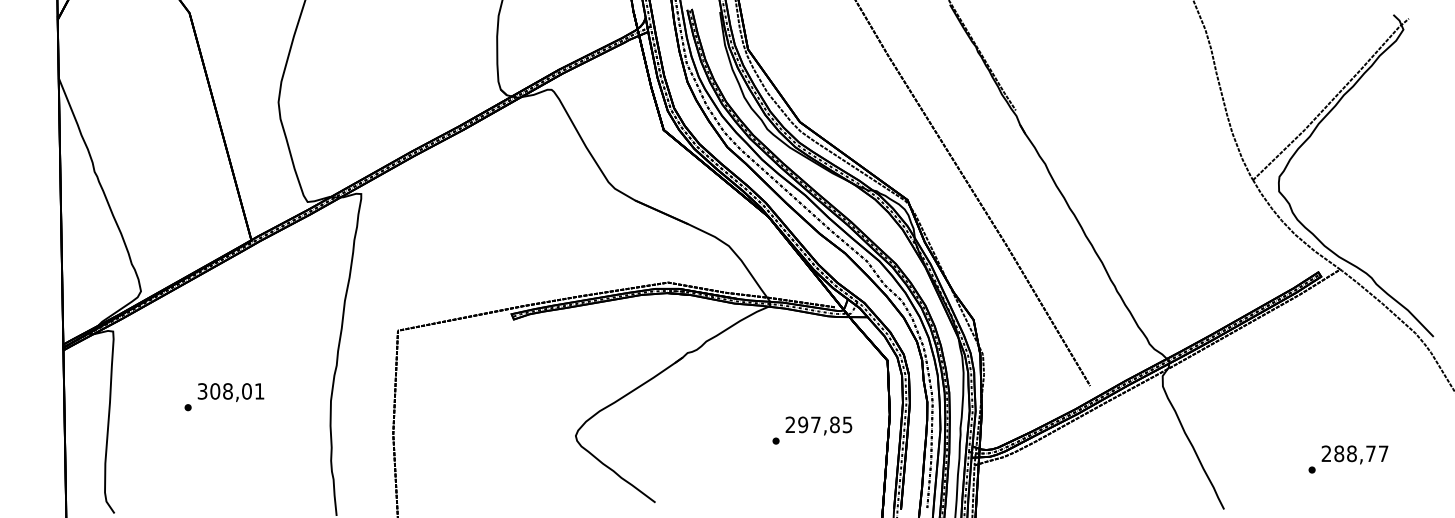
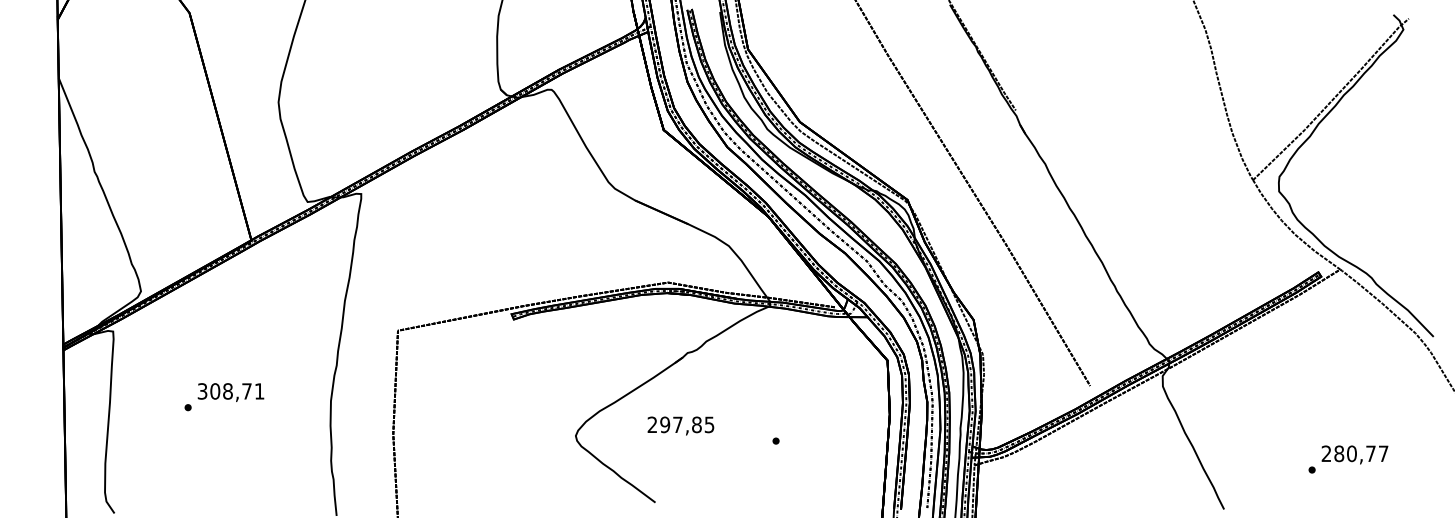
text at (246, 391): 308,01 -> 308,71
text at (818, 425) position: (818, 425) -> (680, 425)
text at (1351, 453): 288,77 -> 280,77
